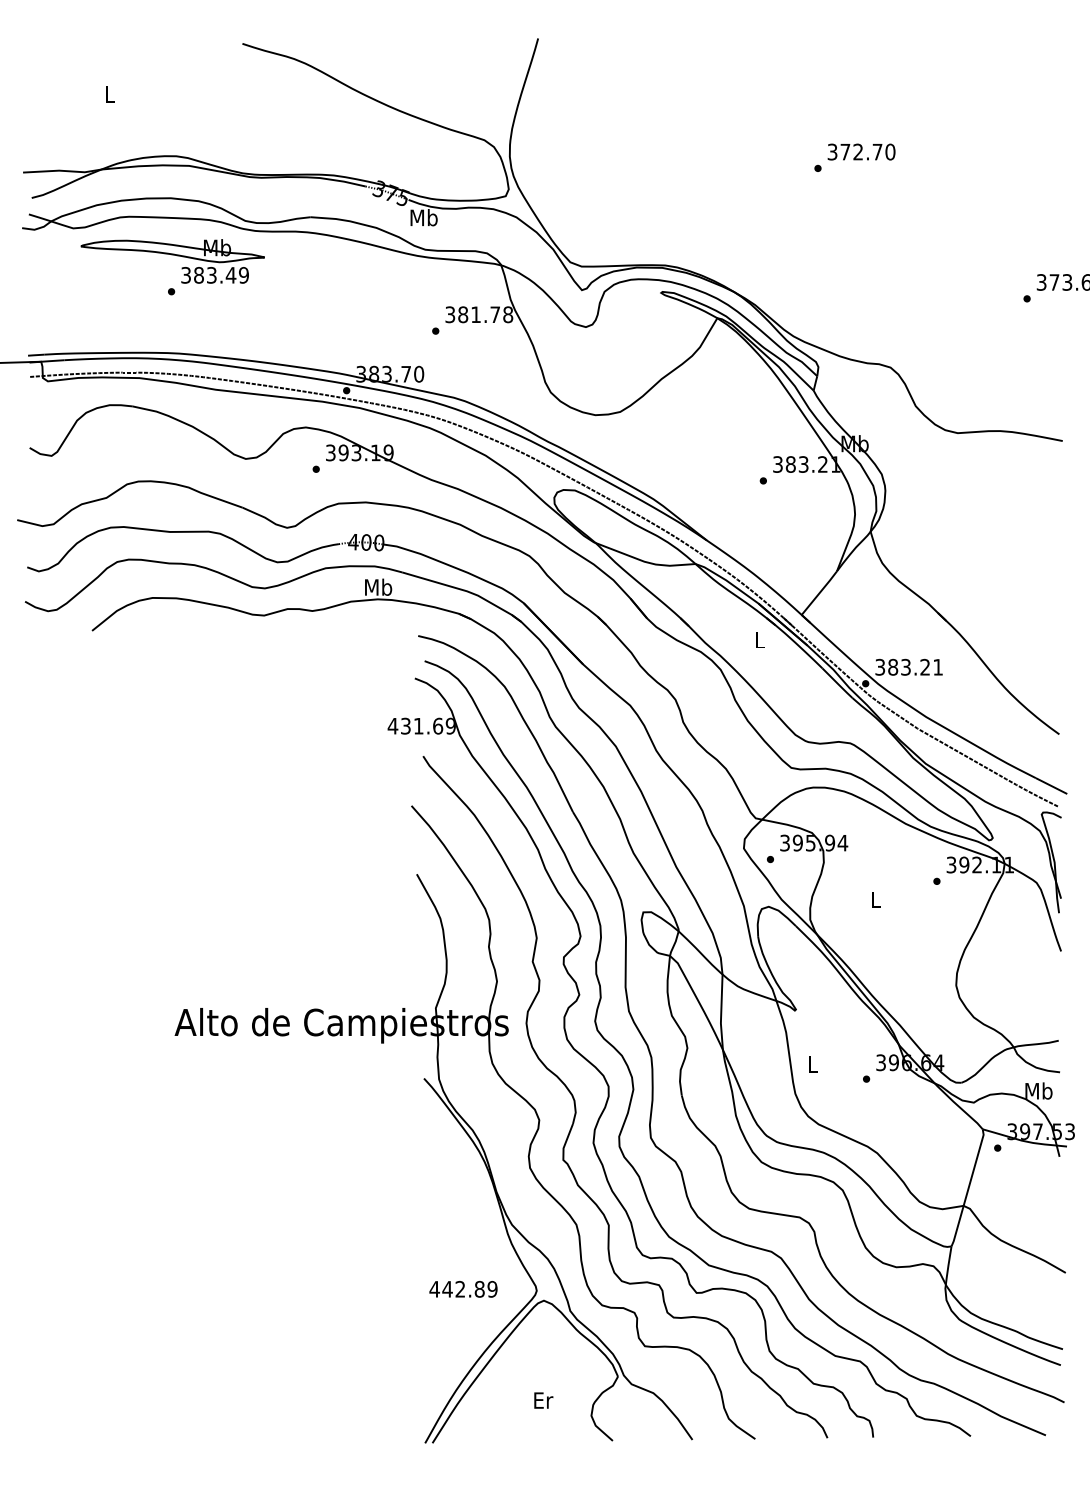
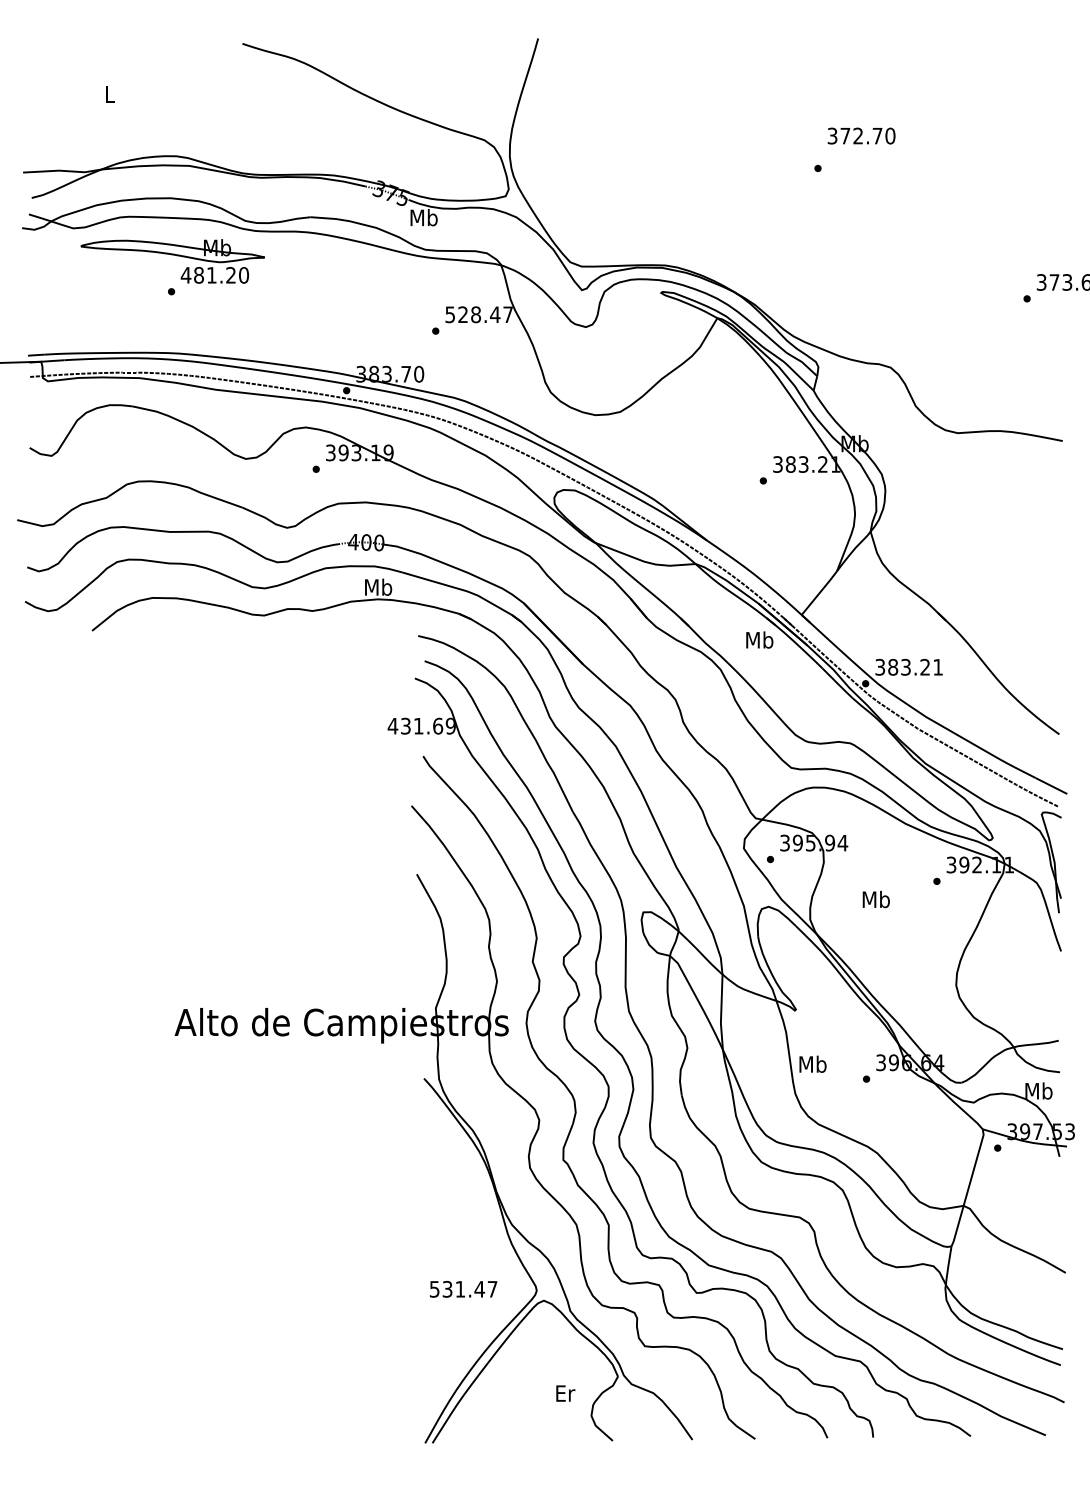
text at (861, 151) position: (861, 151) -> (861, 135)
text at (214, 274): 383.49 -> 481.20
text at (479, 314): 381.78 -> 528.47
text at (759, 639): L -> Mb
text at (875, 899): L -> Mb
text at (812, 1063): L -> Mb
text at (463, 1288): 442.89 -> 531.47
text at (543, 1400) position: (543, 1400) -> (565, 1393)
